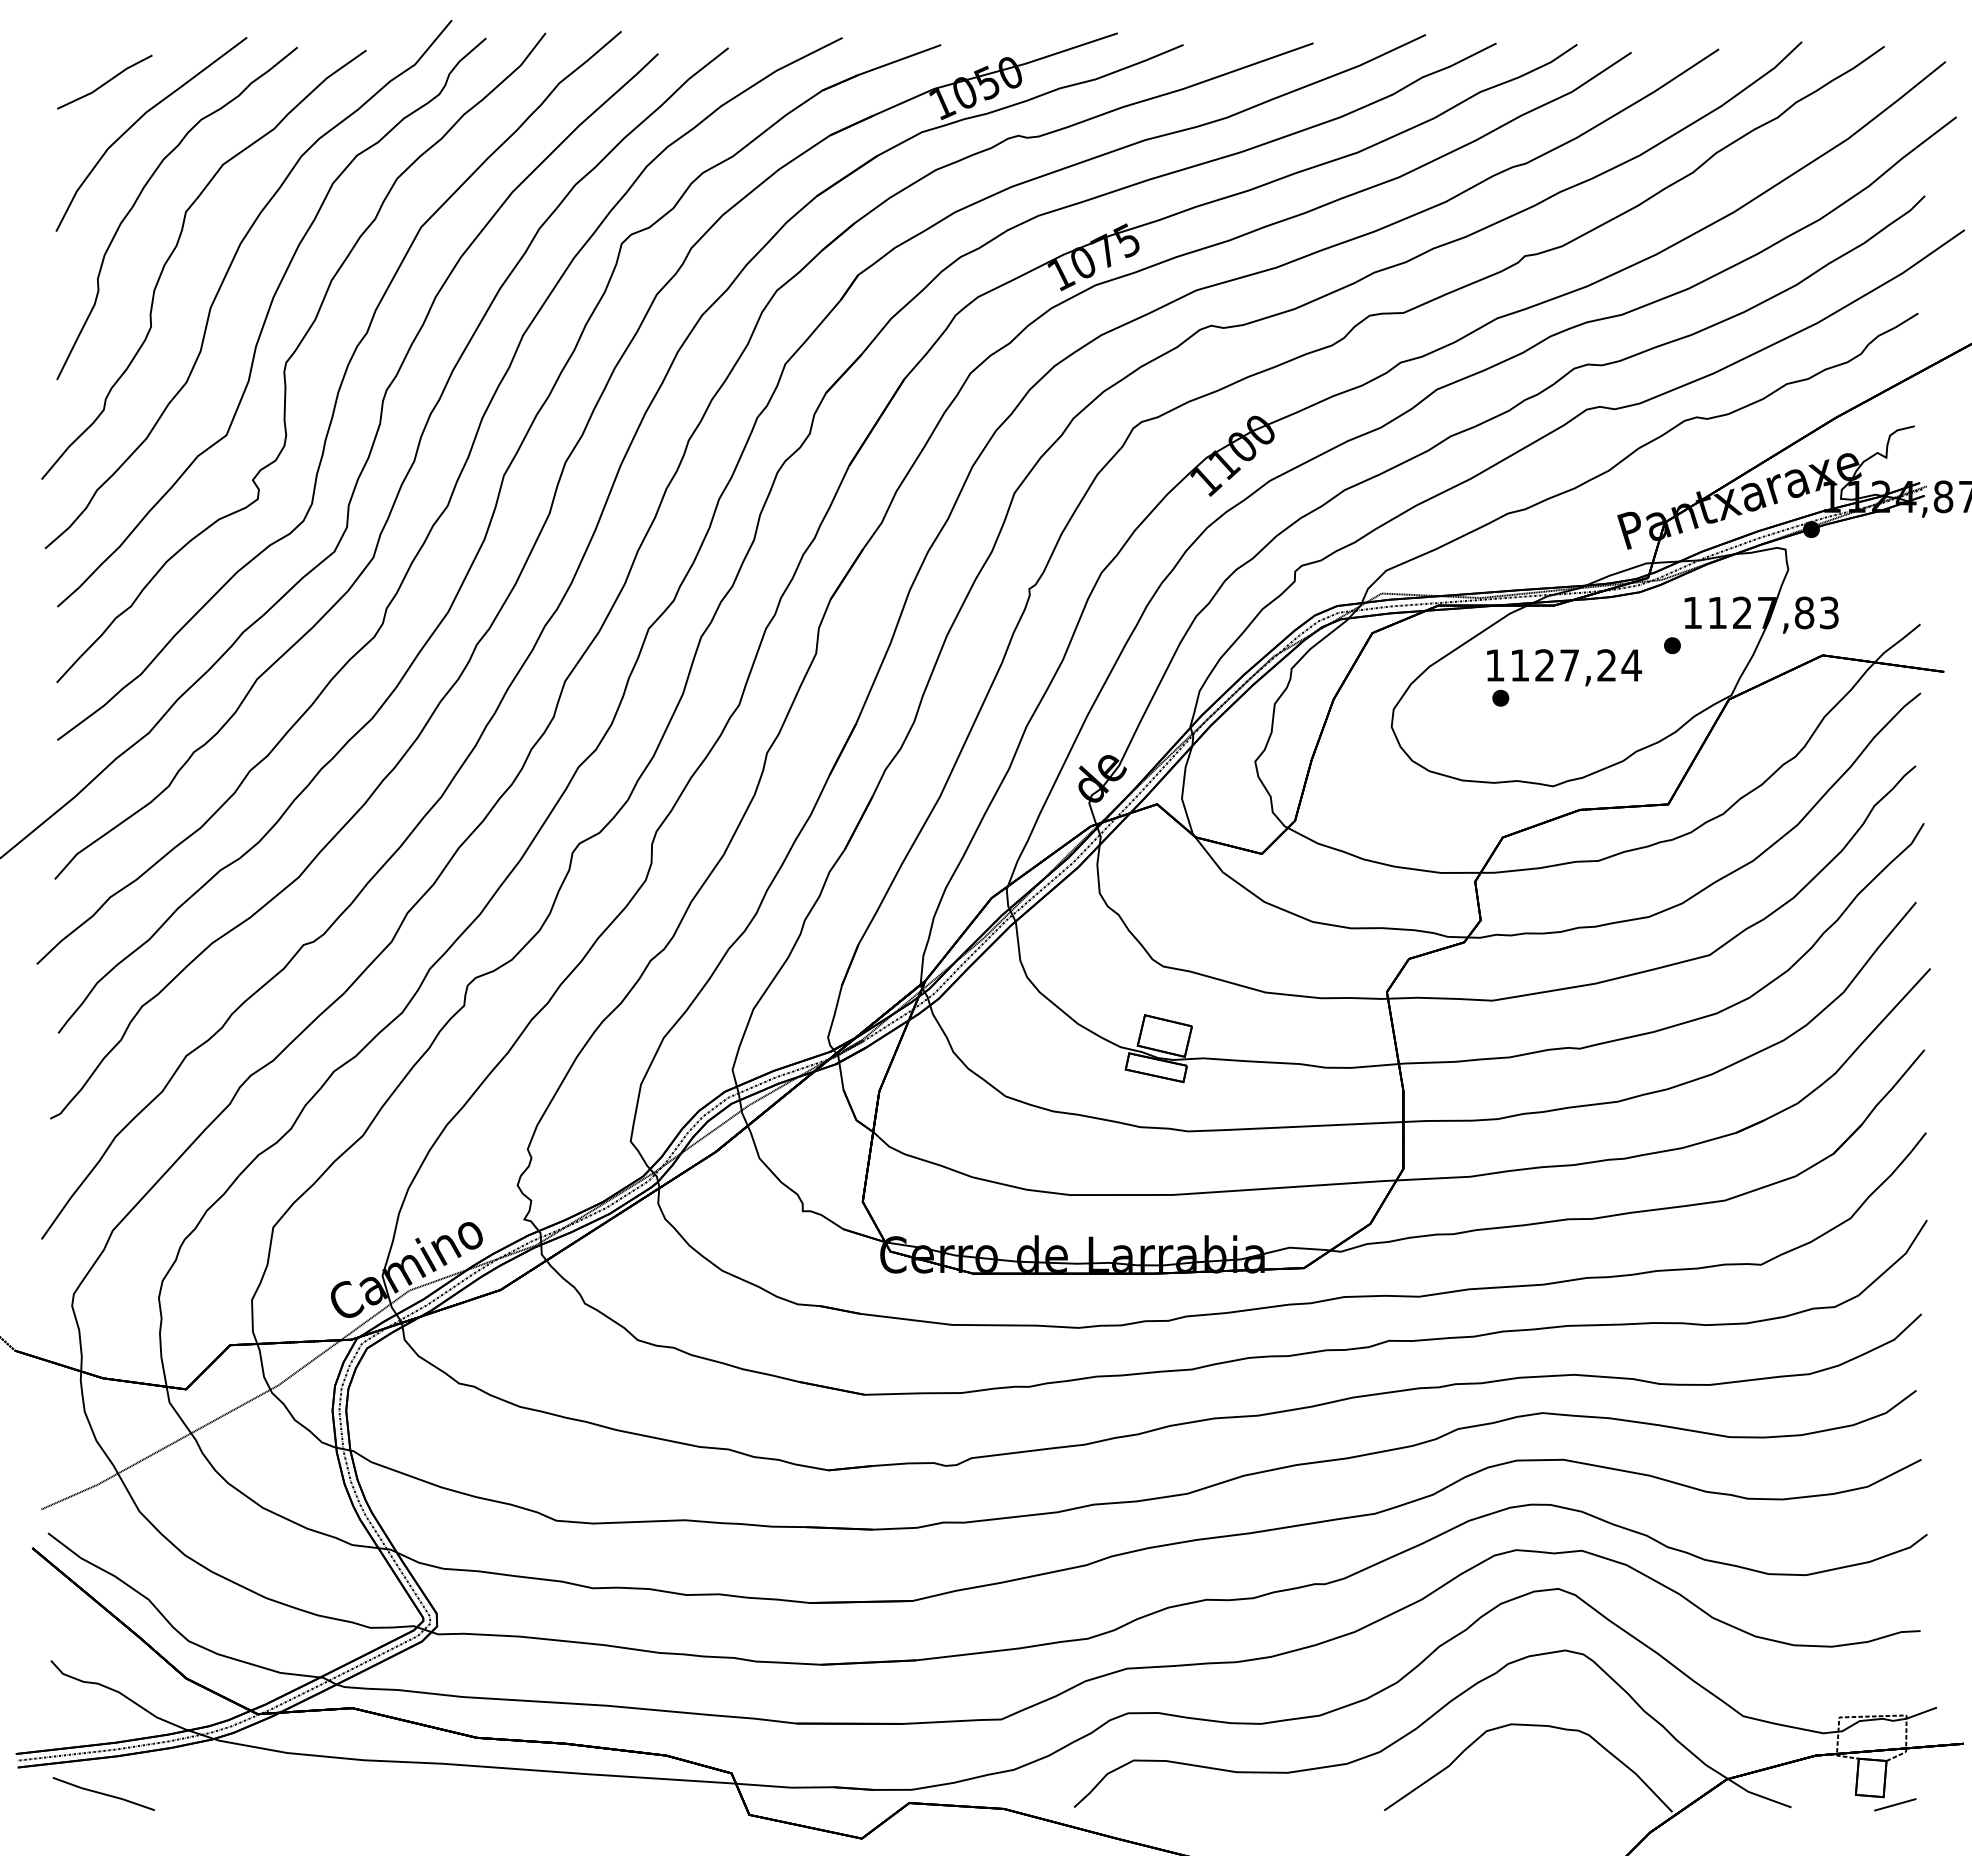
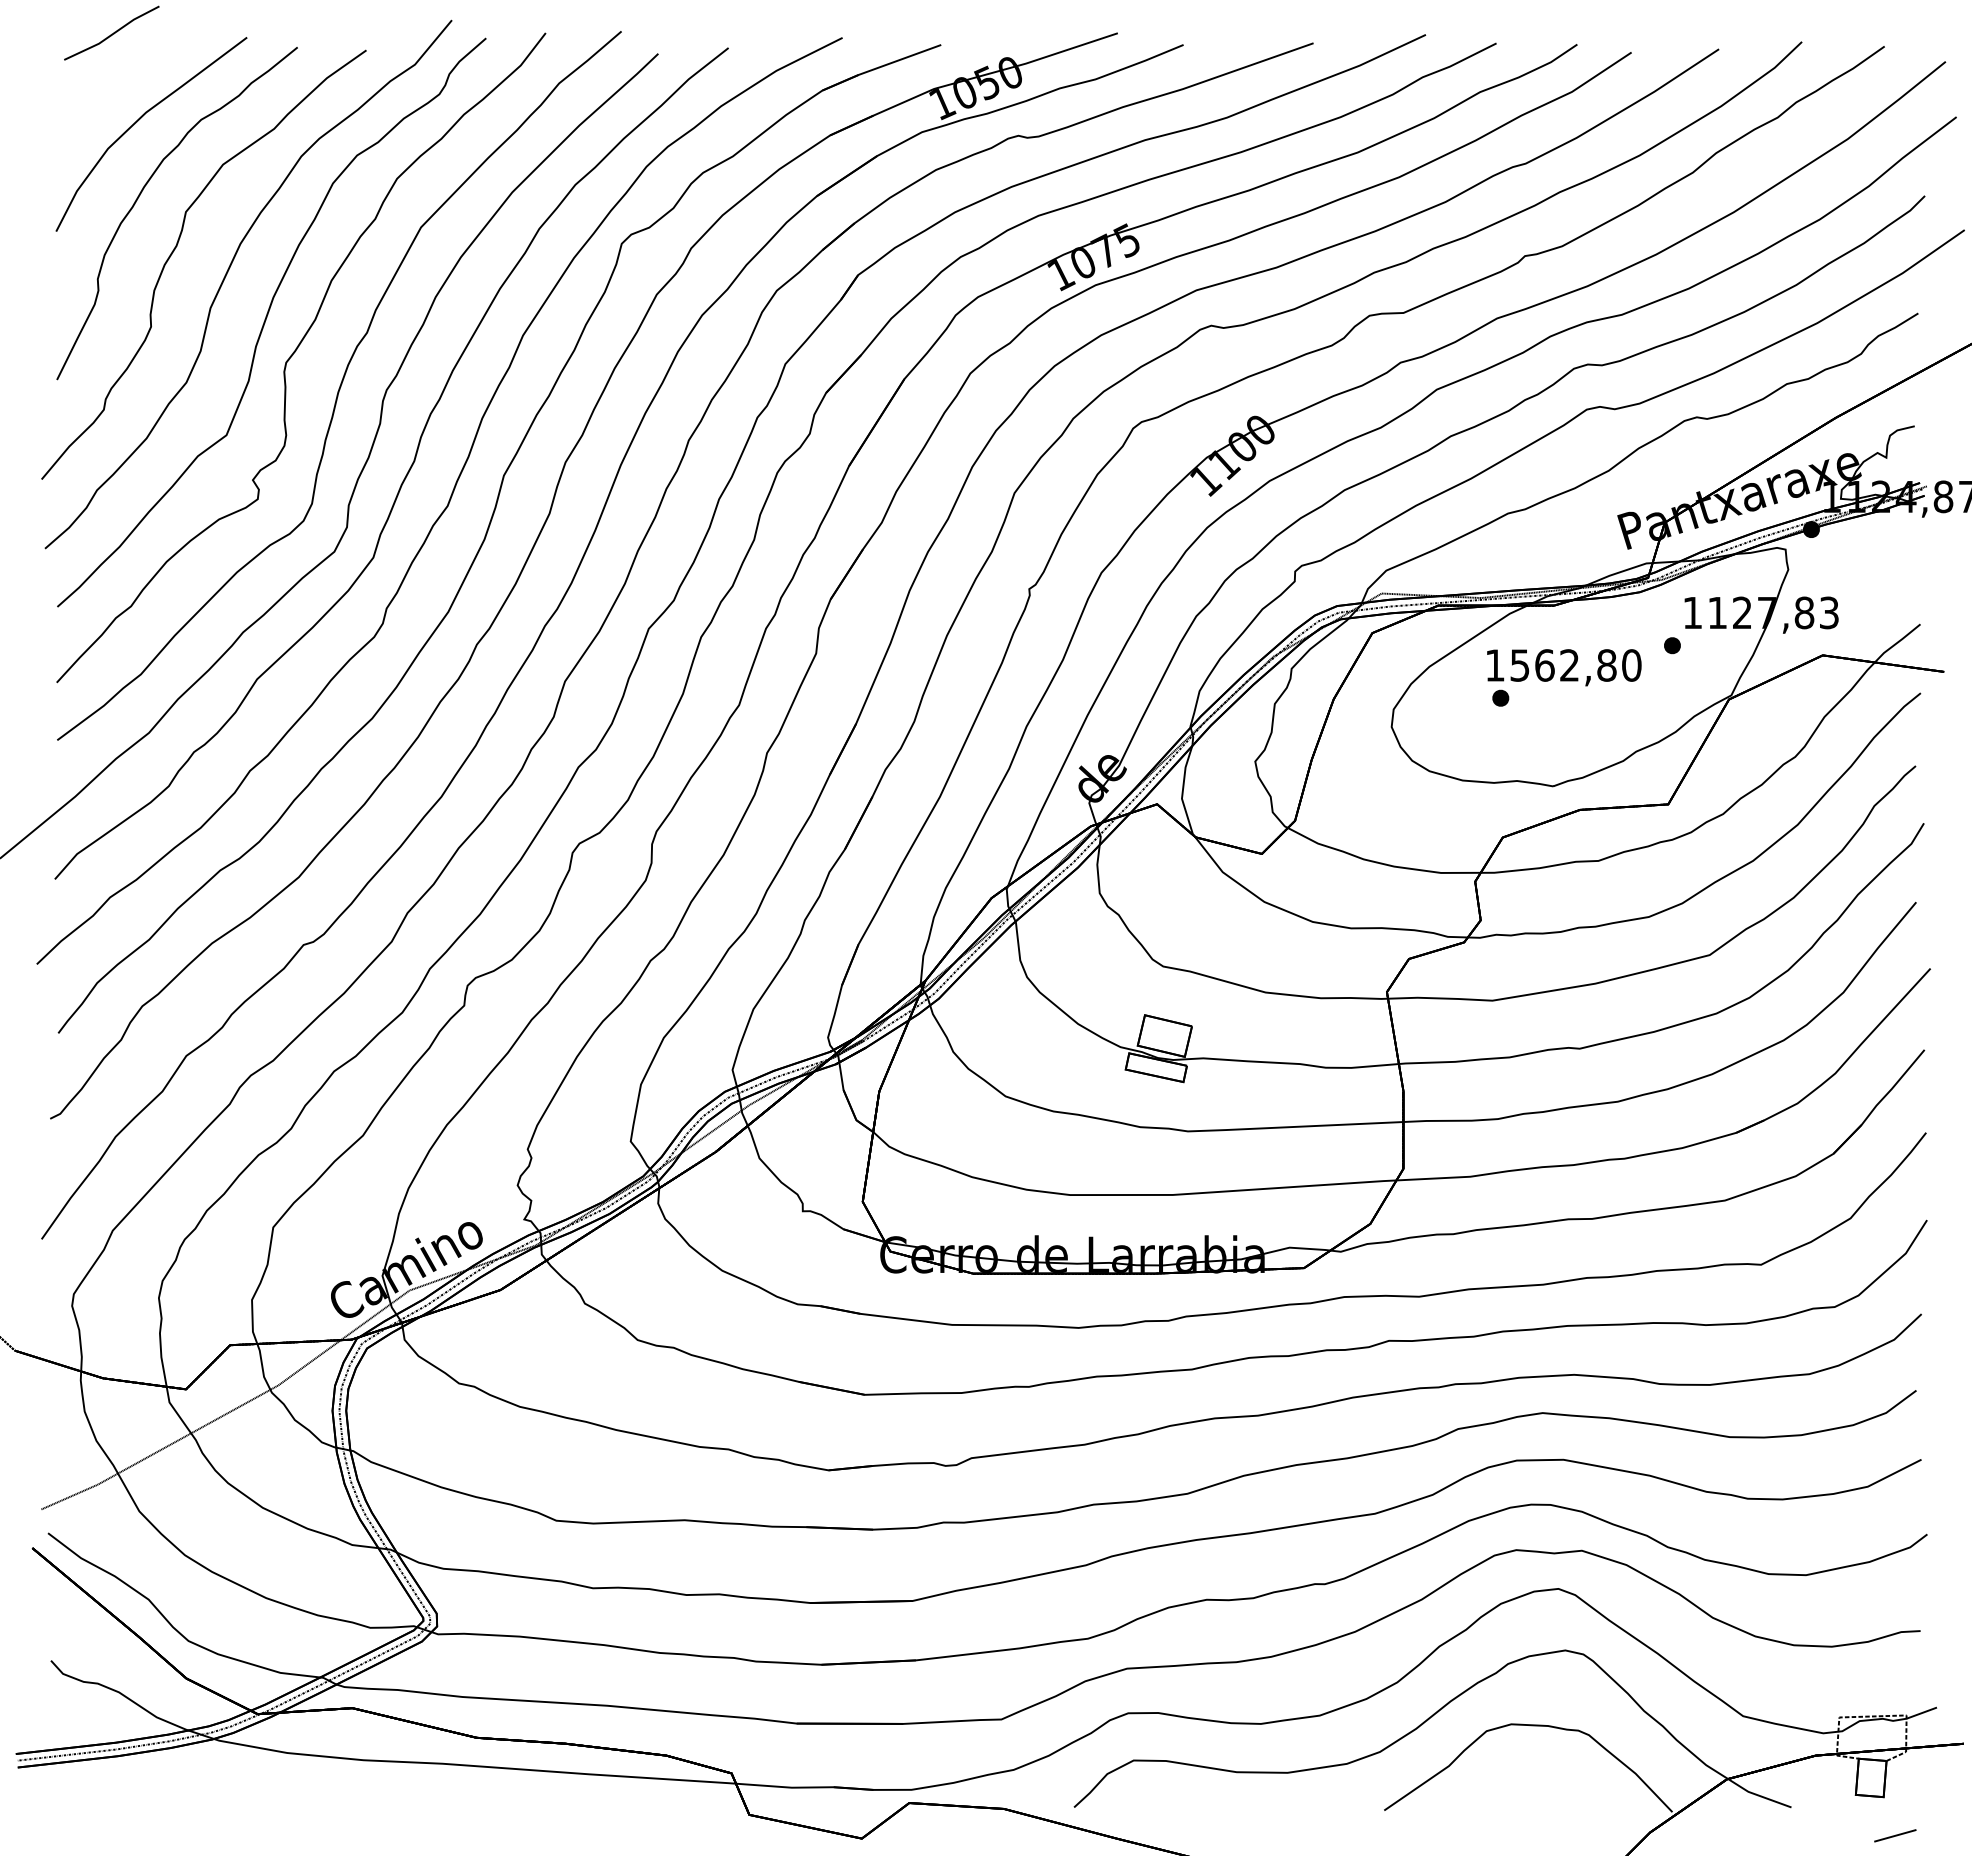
part at (104, 81) position: (104, 81) -> (111, 32)
text at (1576, 665): 1127,24 -> 1562,80
line at (103, 1793): present -> none
line at (1895, 1804) position: (1895, 1804) -> (1895, 1835)
